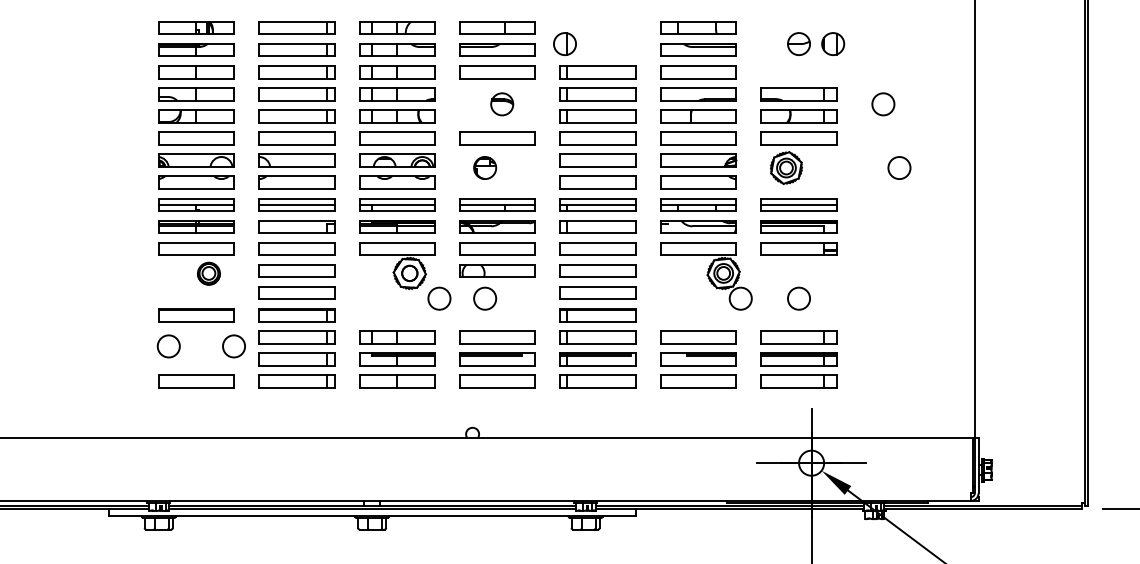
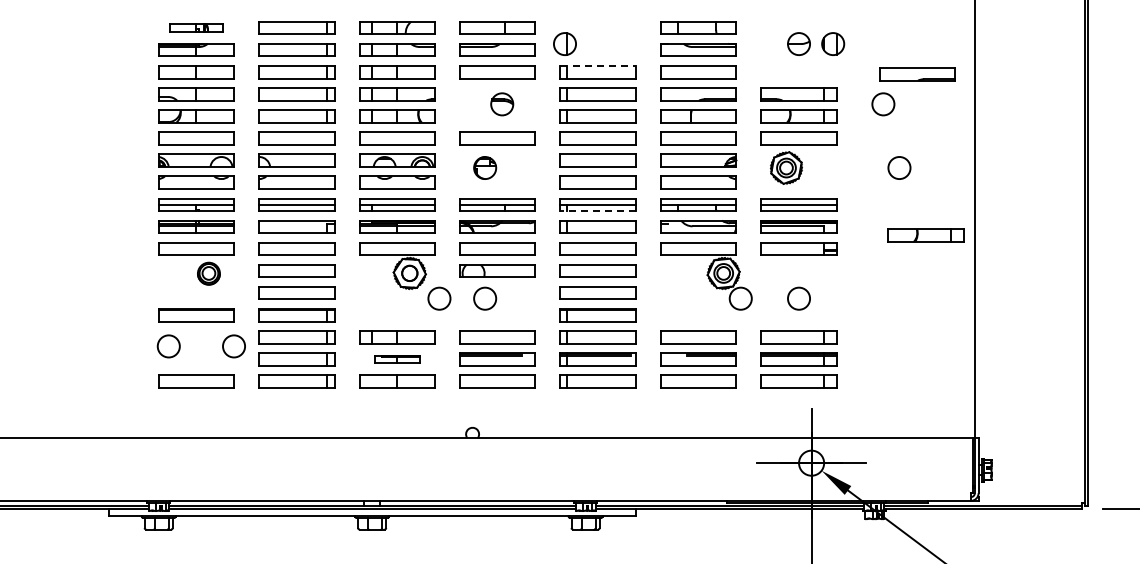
part at (196, 27) size: 77x14 px -> 55x10 px
line at (598, 65): solid -> dashed
part at (917, 74): none -> present
line at (598, 211): solid -> dashed
part at (925, 235): none -> present
part at (397, 359) size: 77x15 px -> 47x9 px
